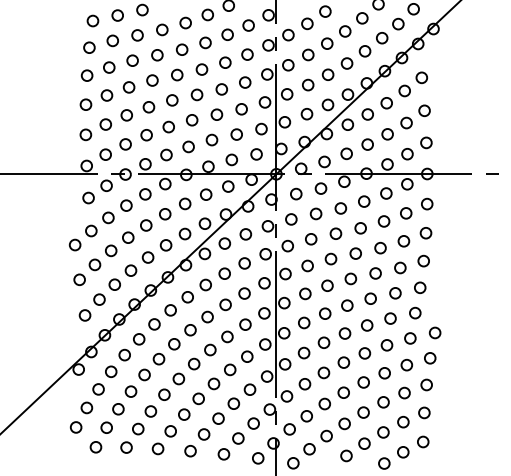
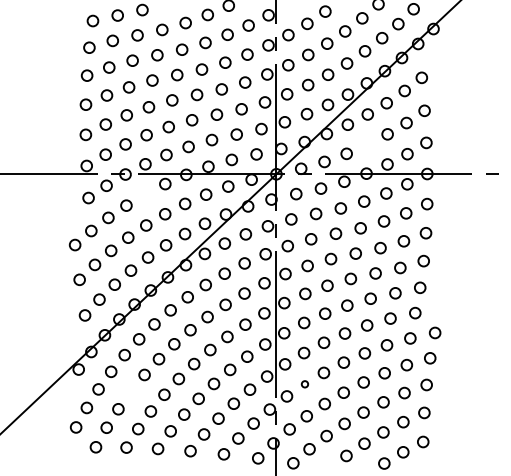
circle at (367, 144): present -> none
circle at (145, 194): present -> none
circle at (304, 384) size: 14x13 px -> 10x9 px
circle at (130, 391): present -> none
